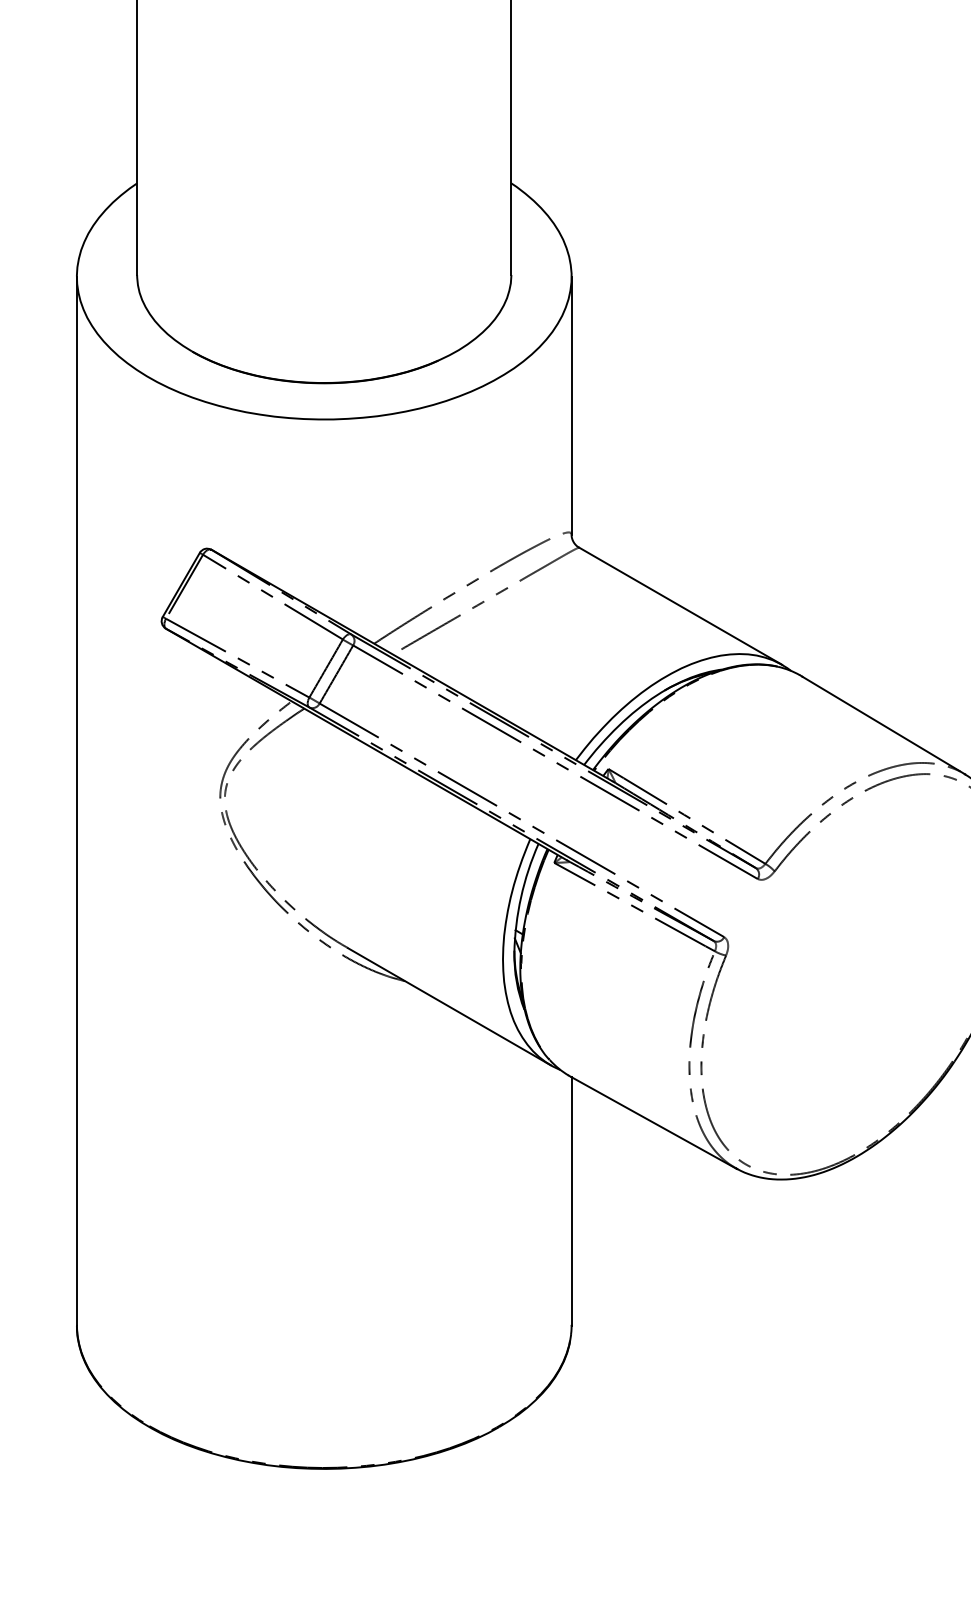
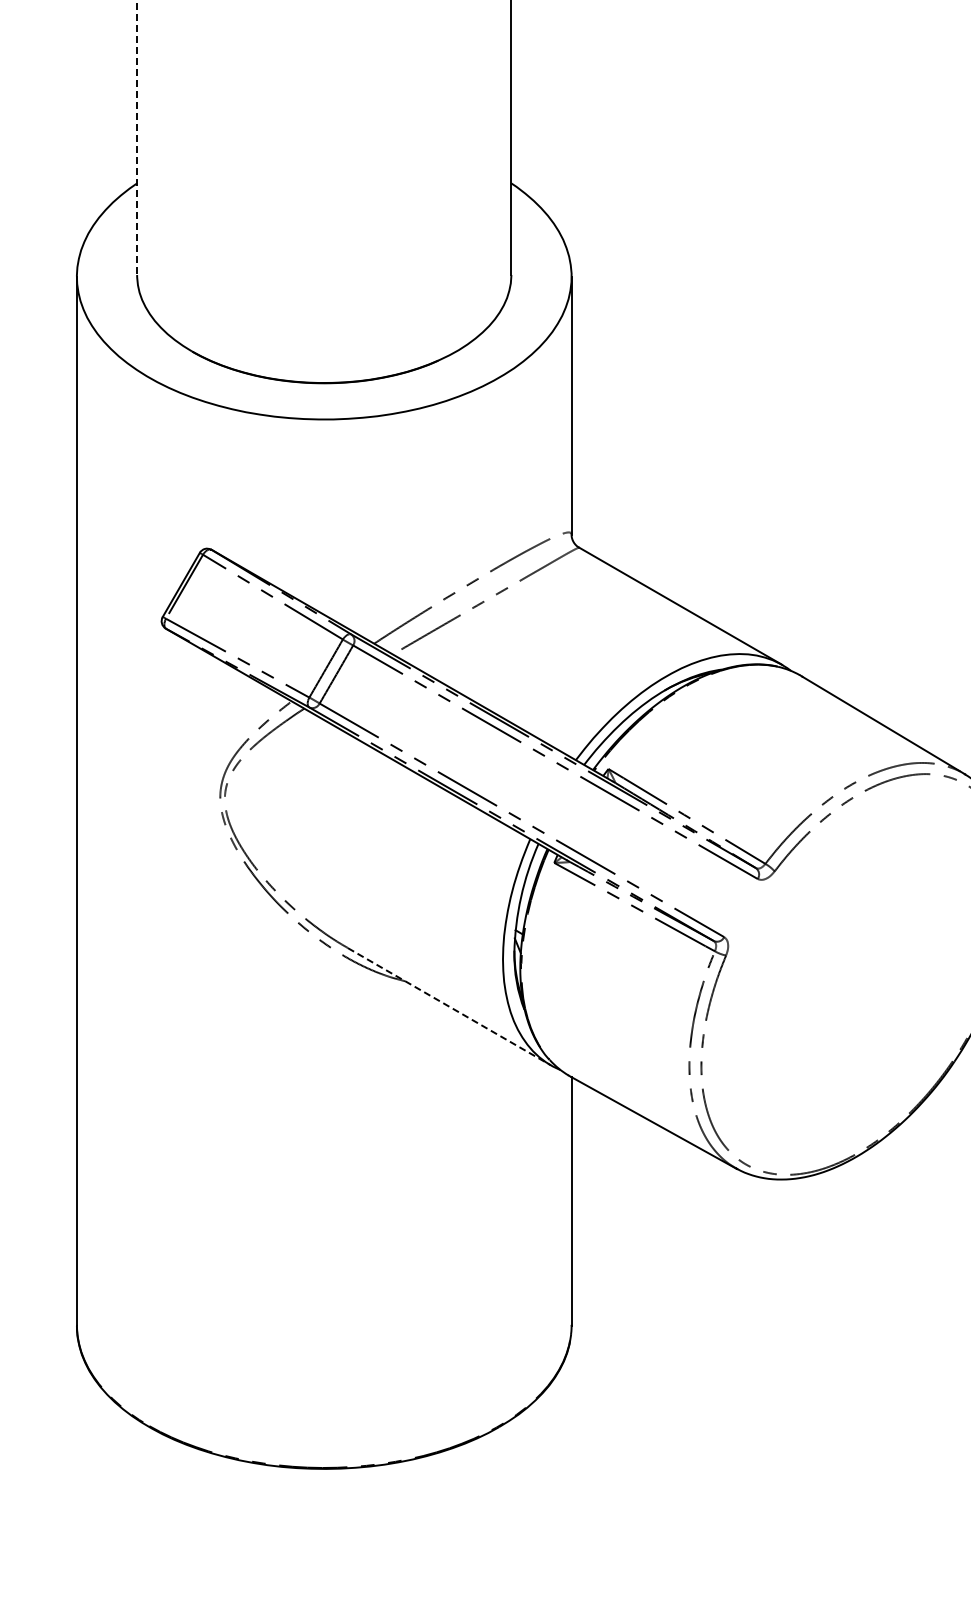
line at (137, 138): solid -> dashed
line at (449, 1007): solid -> dashed
